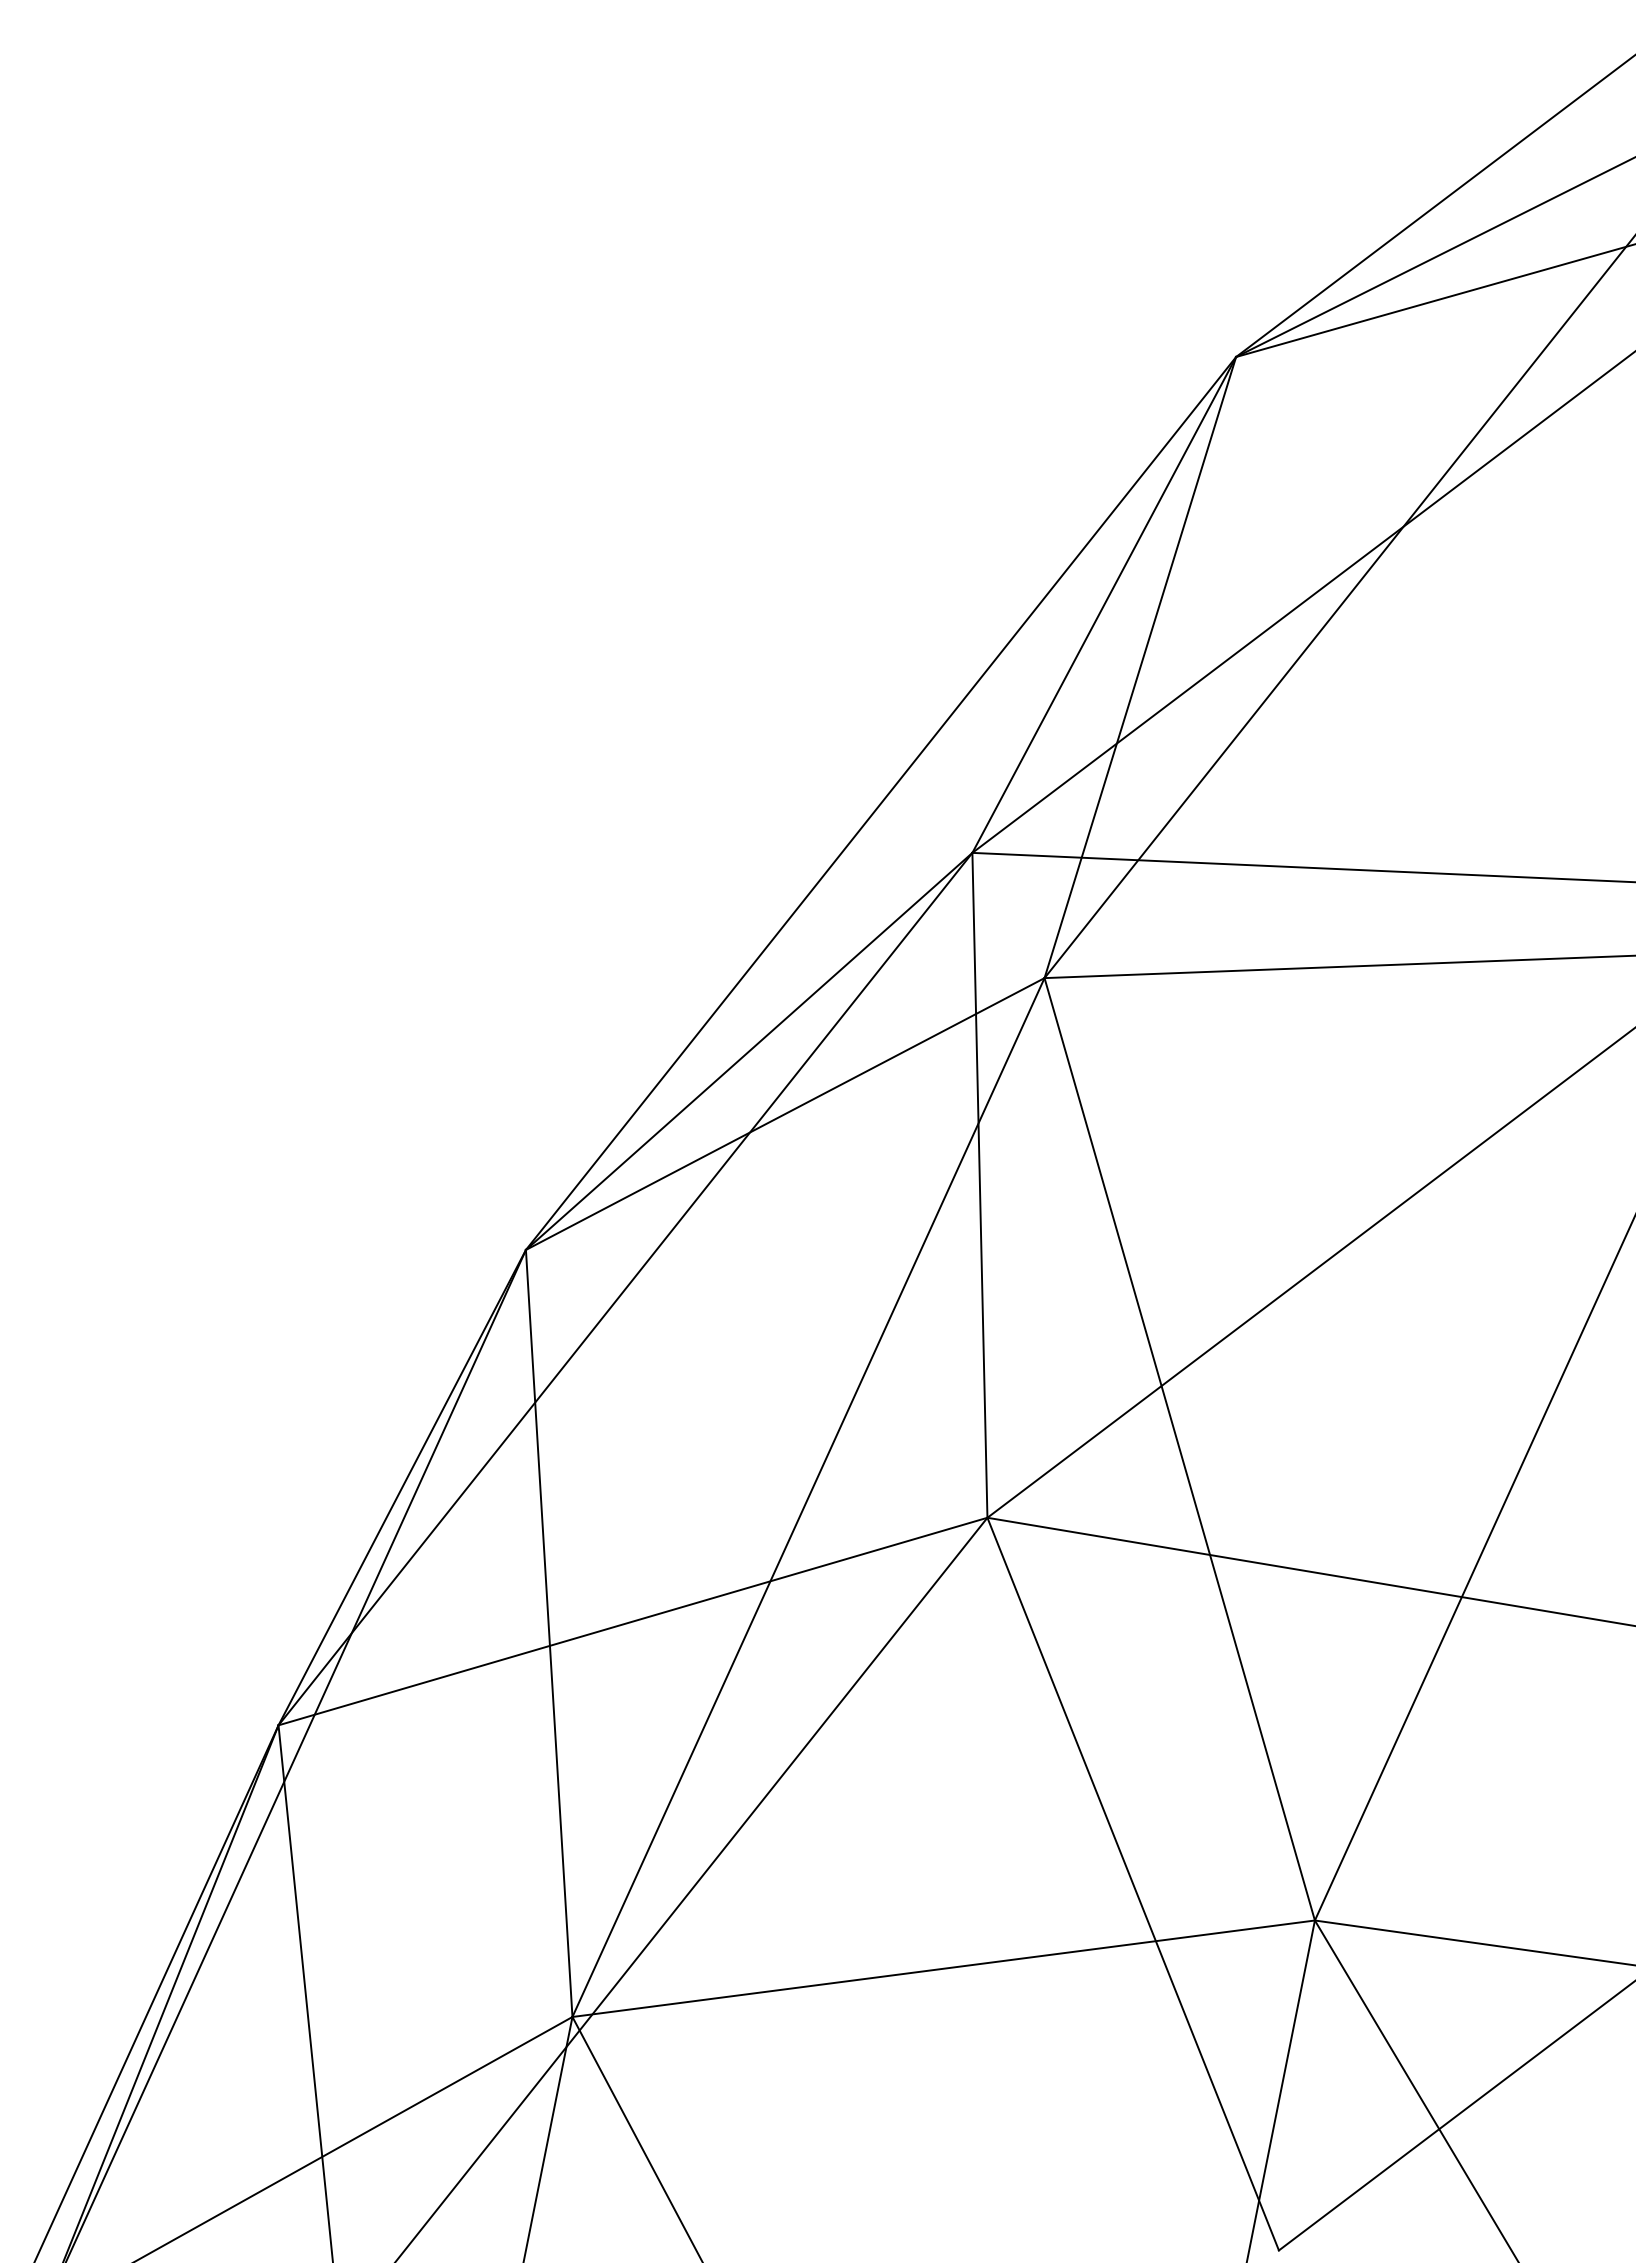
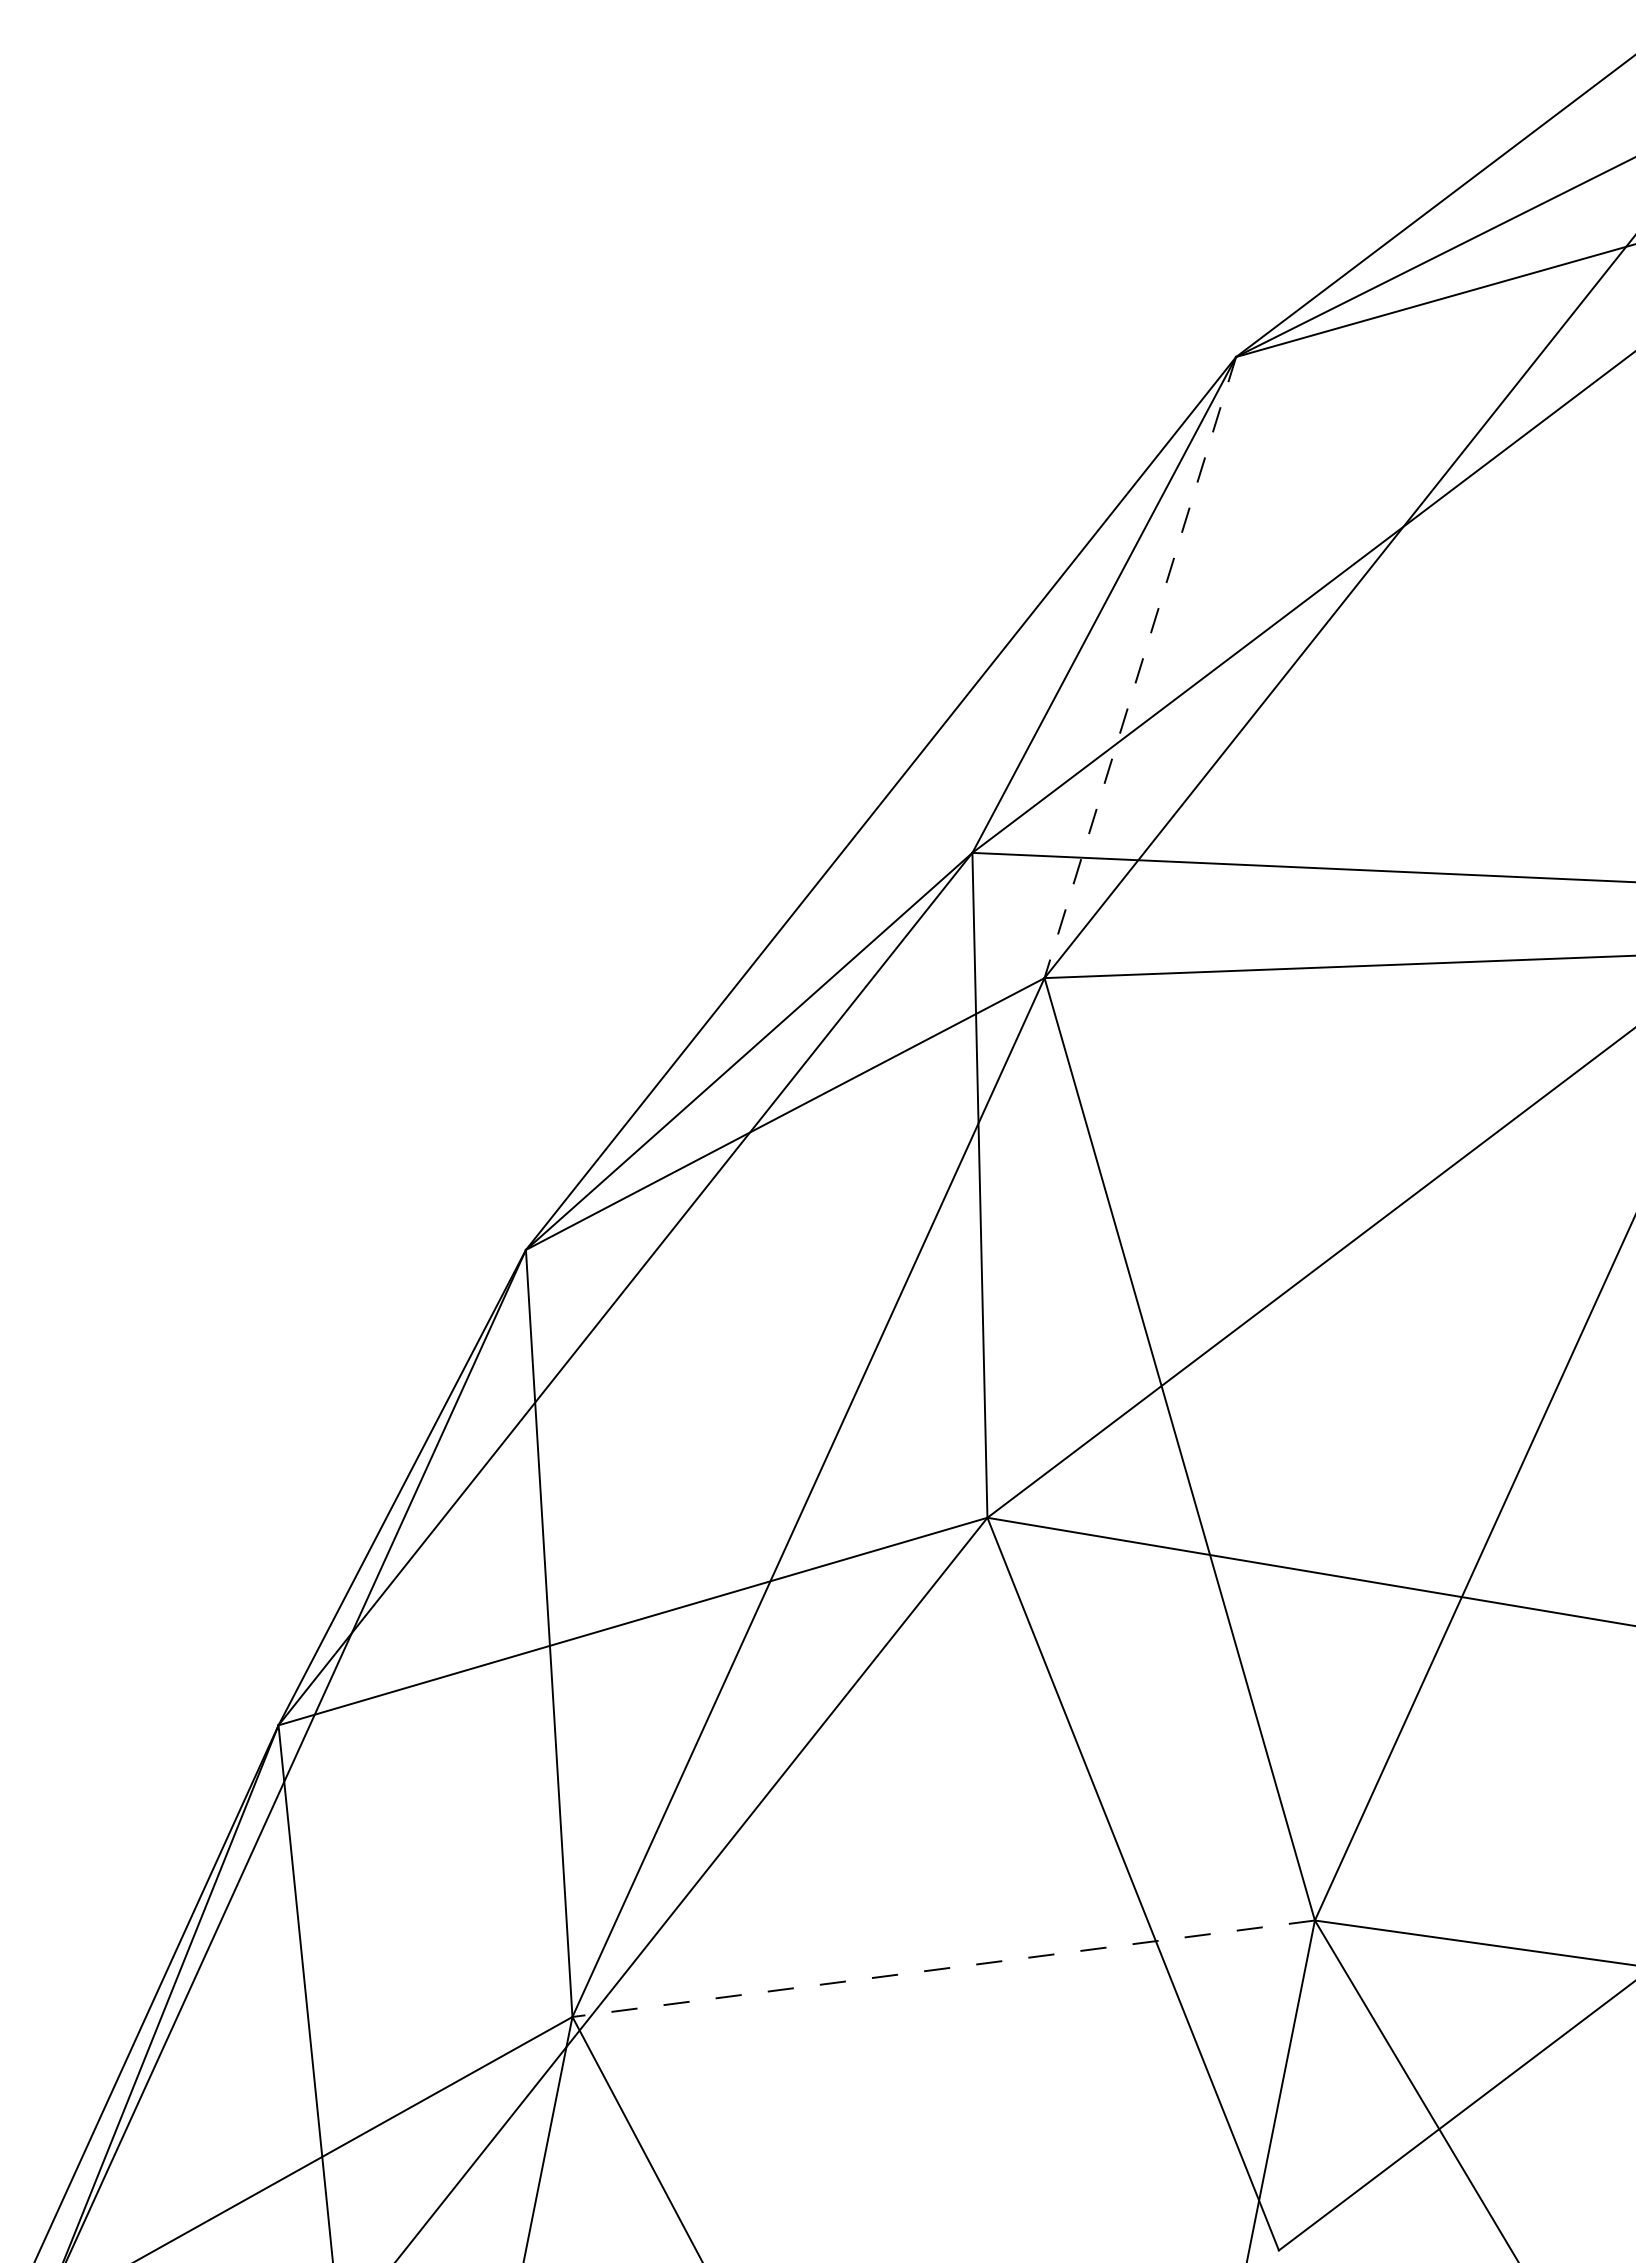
line at (1140, 667): solid -> dashed
line at (943, 1968): solid -> dashed
